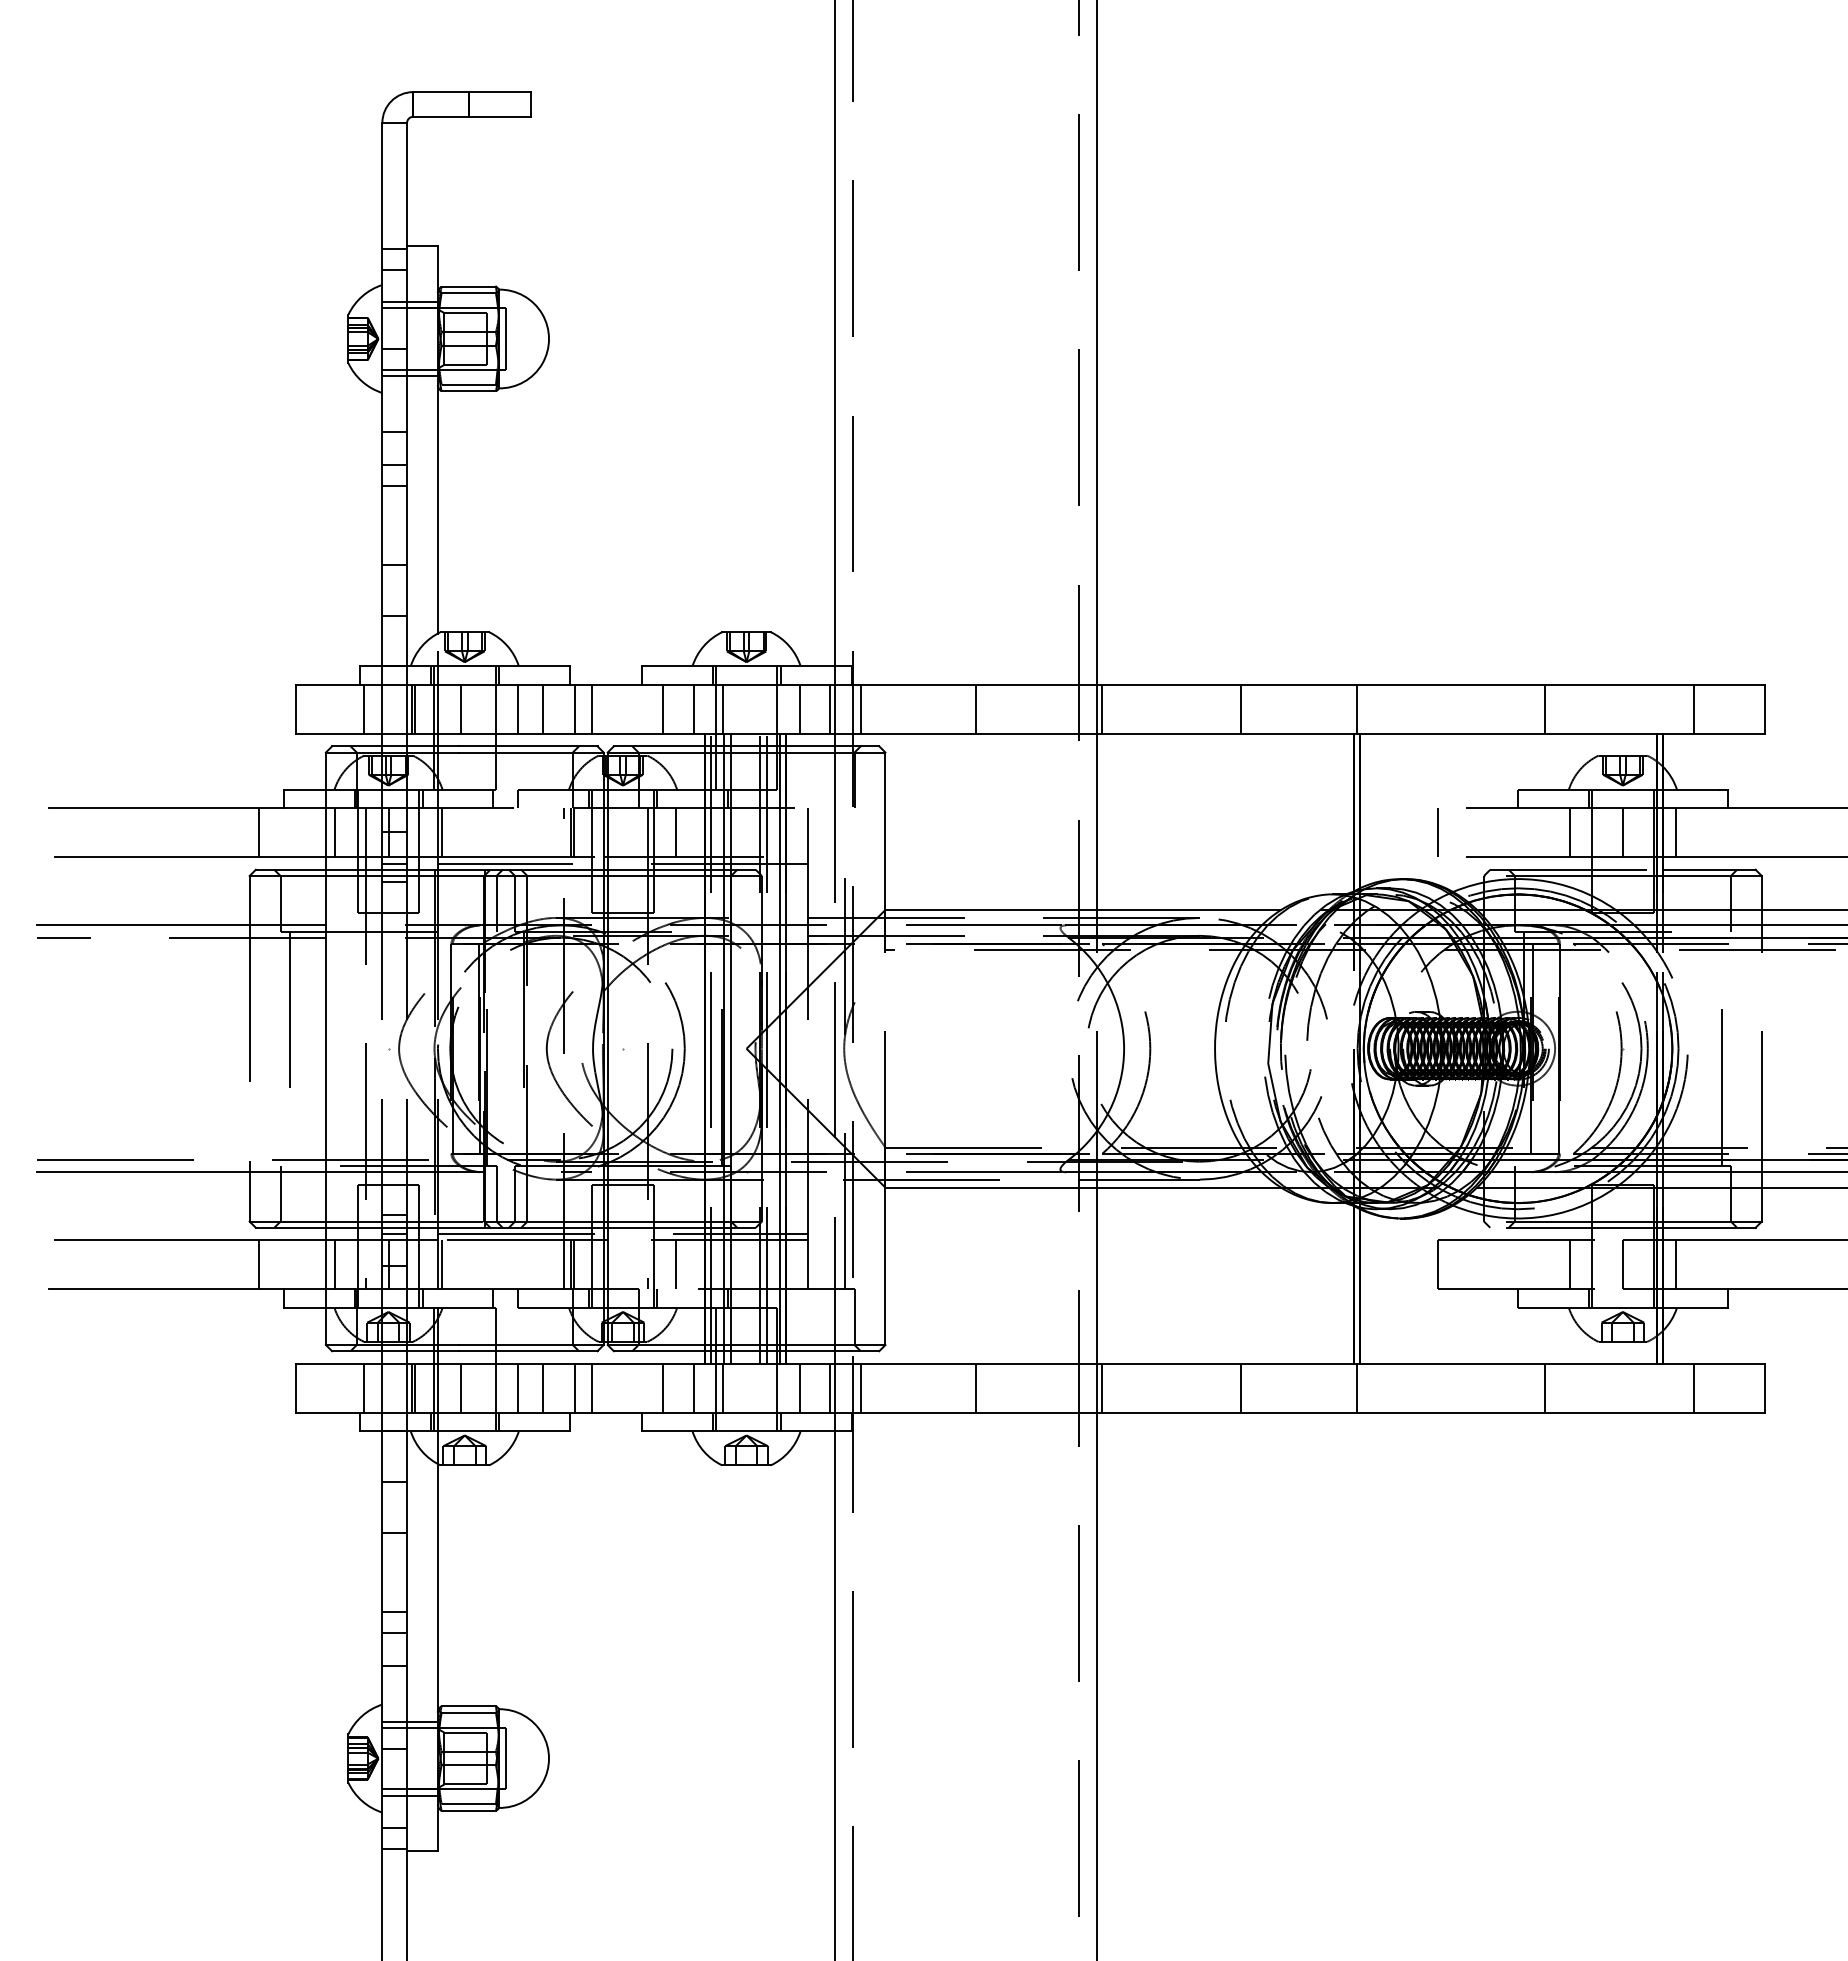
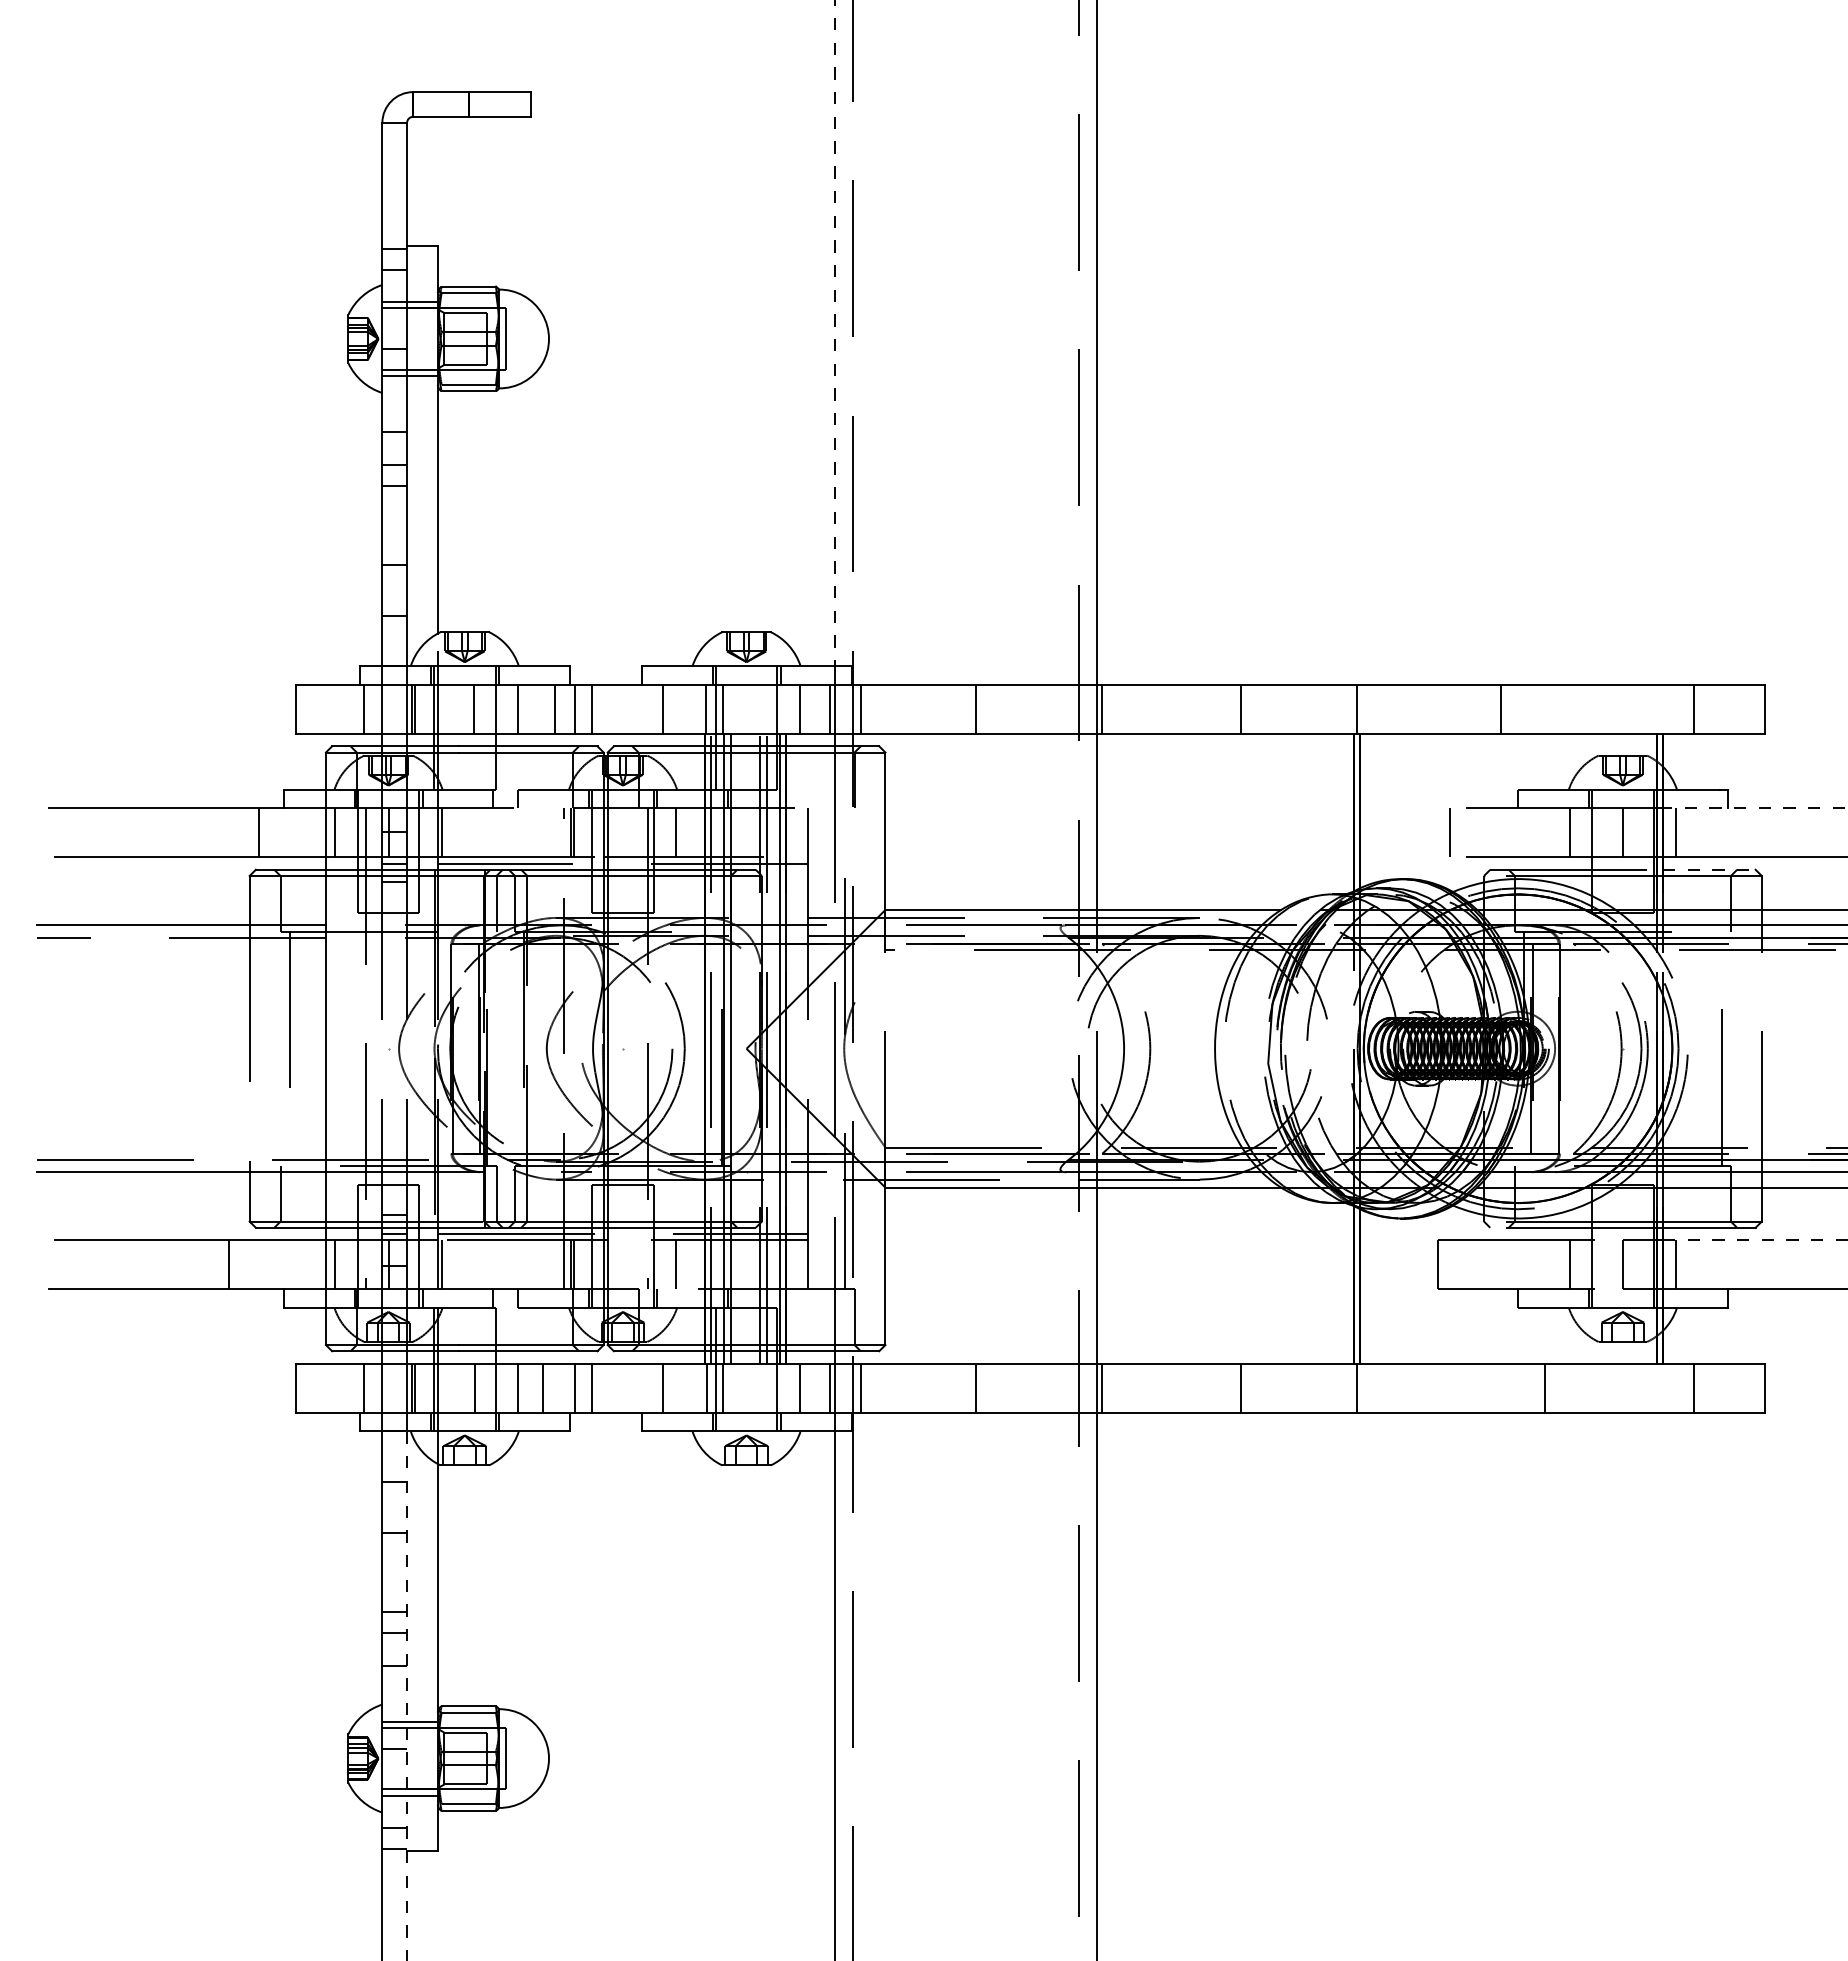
line at (835, 333): solid -> dashed
line at (460, 709) position: (460, 709) -> (473, 709)
line at (543, 709) position: (543, 709) -> (555, 709)
line at (693, 709) position: (693, 709) -> (705, 709)
line at (1544, 709) position: (1544, 709) -> (1500, 709)
line at (1754, 808): solid -> dashed
line at (1437, 832) position: (1437, 832) -> (1449, 832)
line at (1709, 869): solid -> dashed
line at (1755, 1240): solid -> dashed
line at (258, 1264) position: (258, 1264) -> (228, 1264)
line at (460, 1387) position: (460, 1387) -> (474, 1387)
line at (693, 1387) position: (693, 1387) -> (706, 1387)
line at (407, 1696): solid -> dashed
